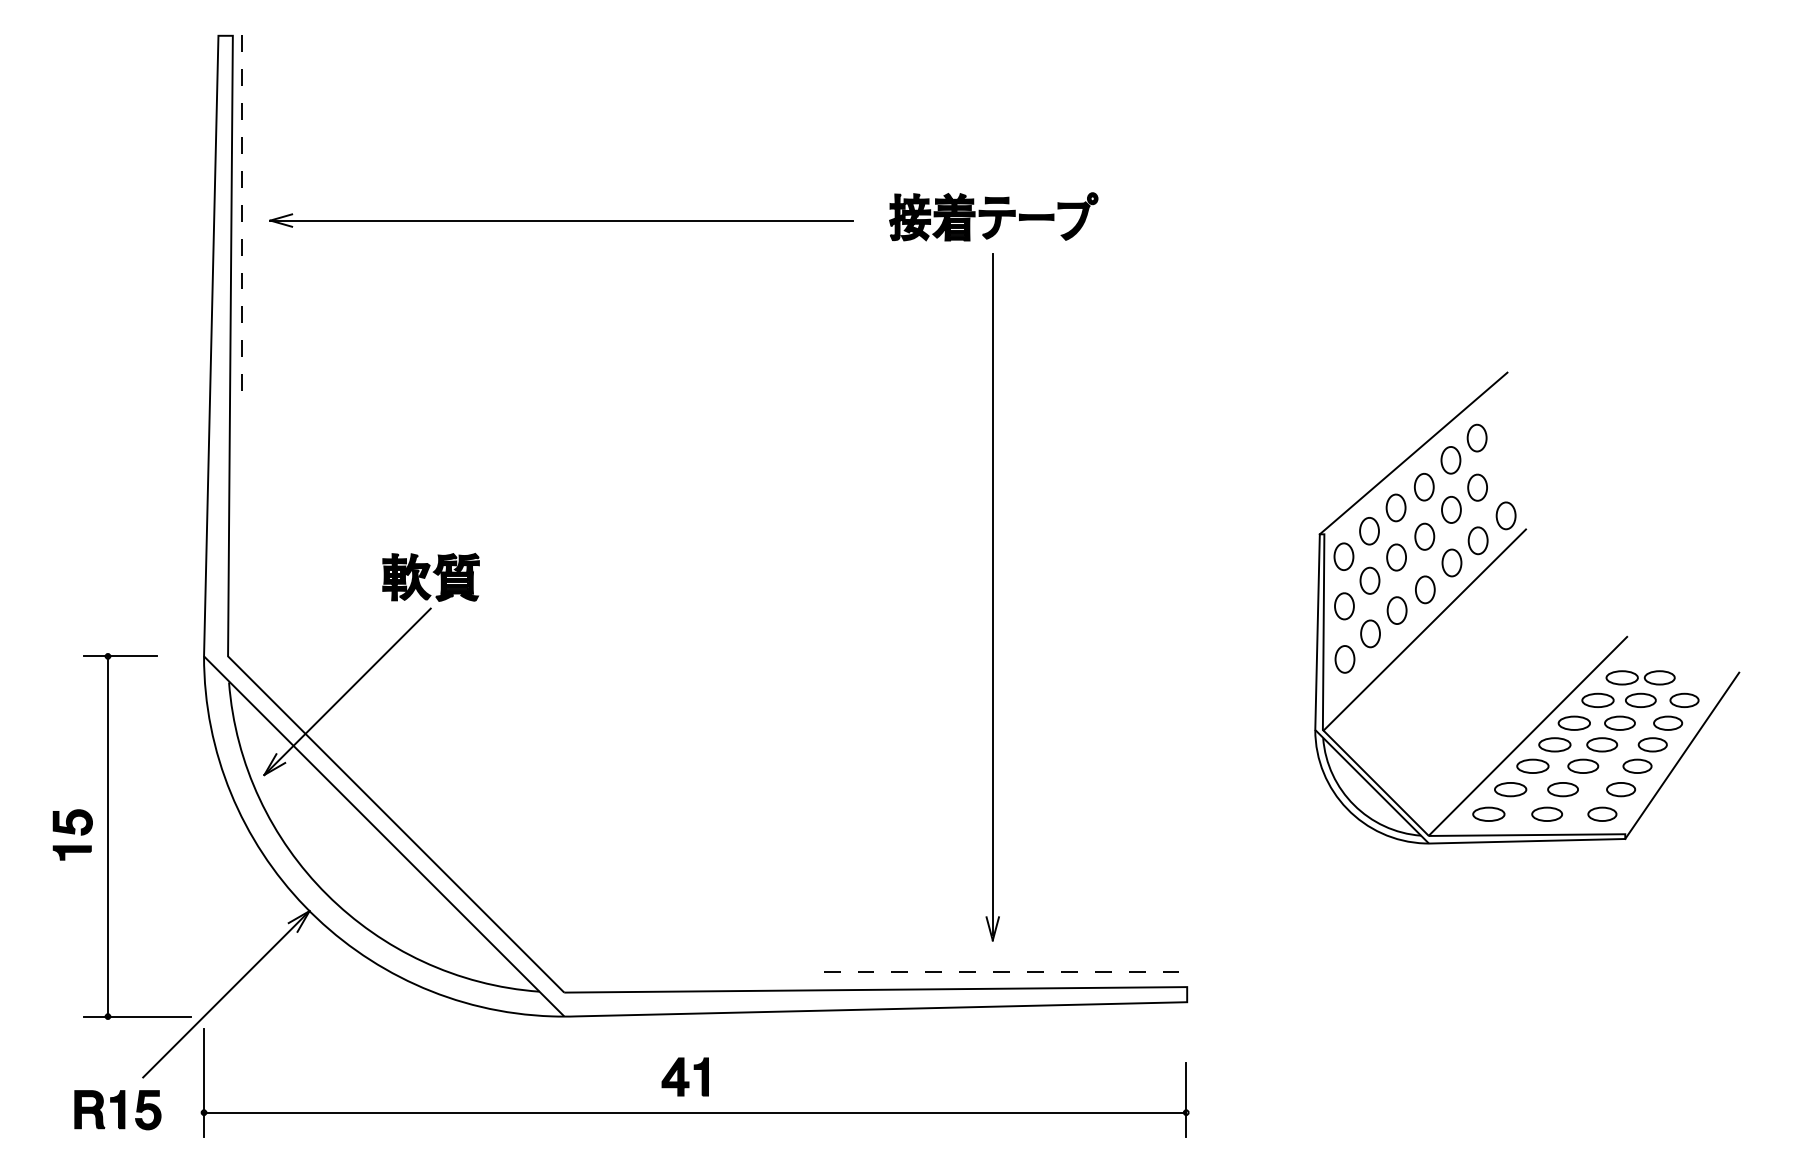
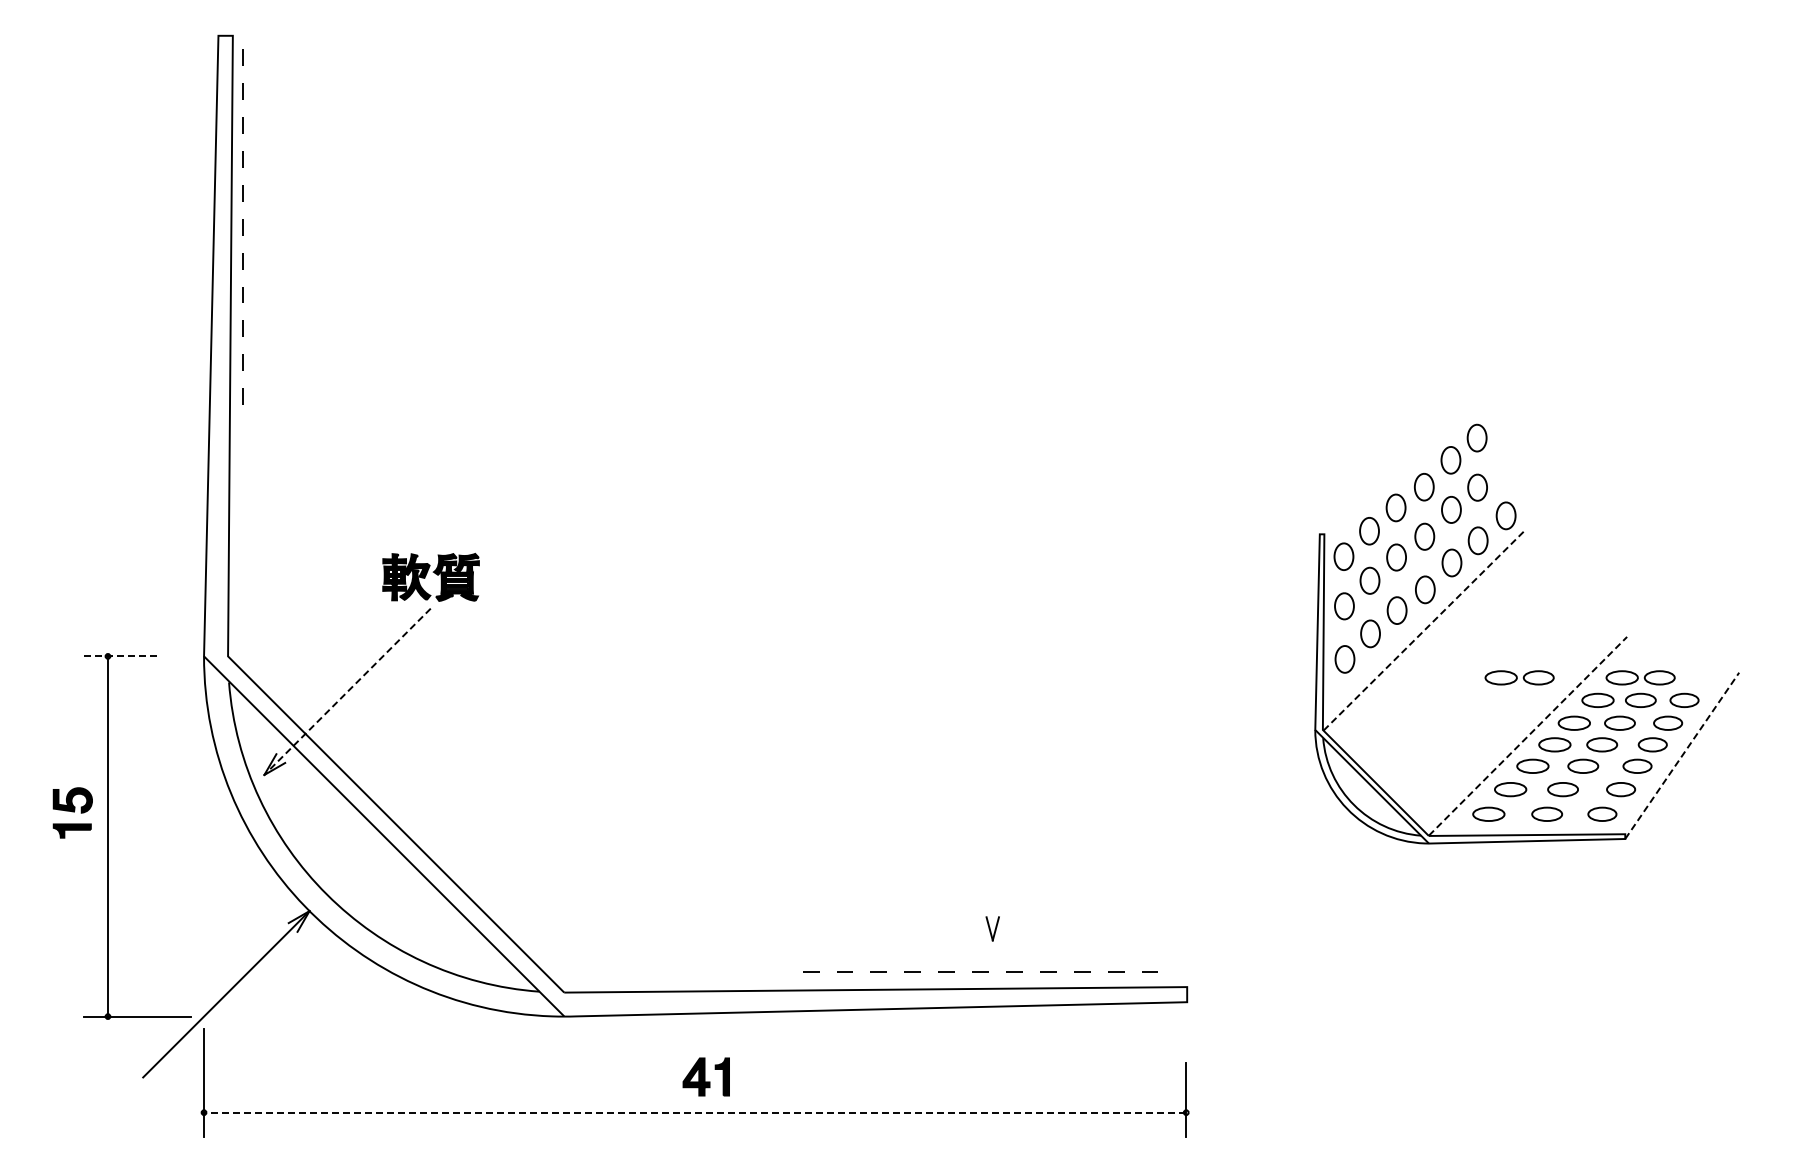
line at (241, 212) position: (241, 212) -> (242, 226)
part at (993, 216): present -> none
part at (561, 220): present -> none
line at (1413, 453): present -> none
line at (992, 594): present -> none
line at (1424, 630): solid -> dashed
line at (120, 656): solid -> dashed
part at (1519, 677): none -> present
line at (347, 691): solid -> dashed
line at (1528, 735): solid -> dashed
line at (1682, 755): solid -> dashed
part at (72, 834) position: (72, 834) -> (72, 812)
line at (1001, 971) position: (1001, 971) -> (980, 971)
part at (684, 1076) position: (684, 1076) -> (705, 1076)
part at (117, 1110): present -> none
line at (693, 1112): solid -> dashed
